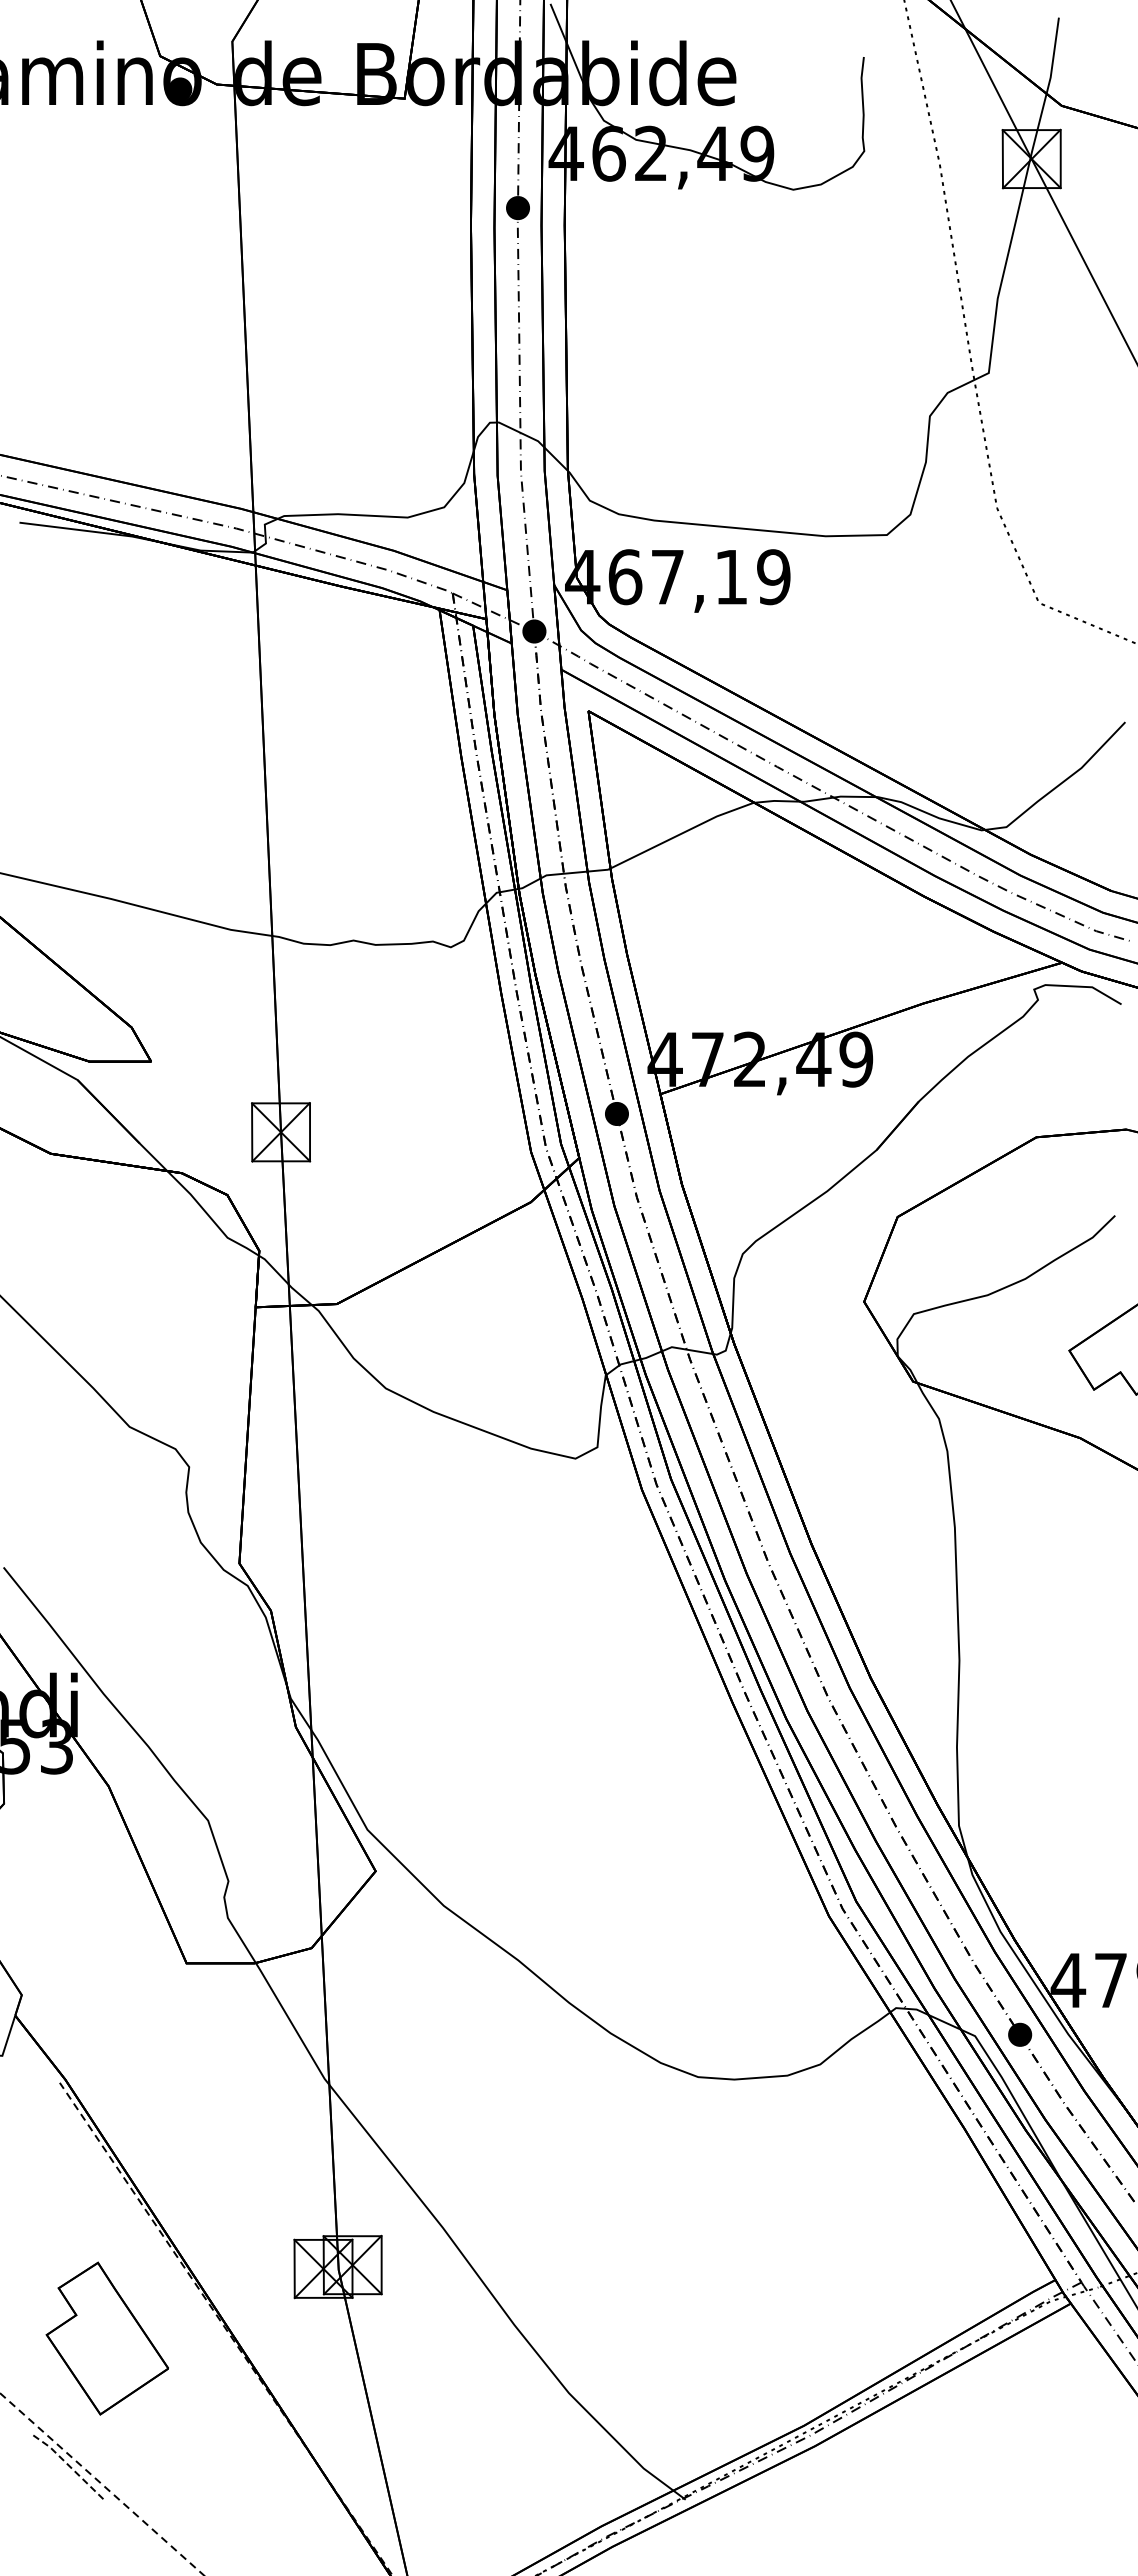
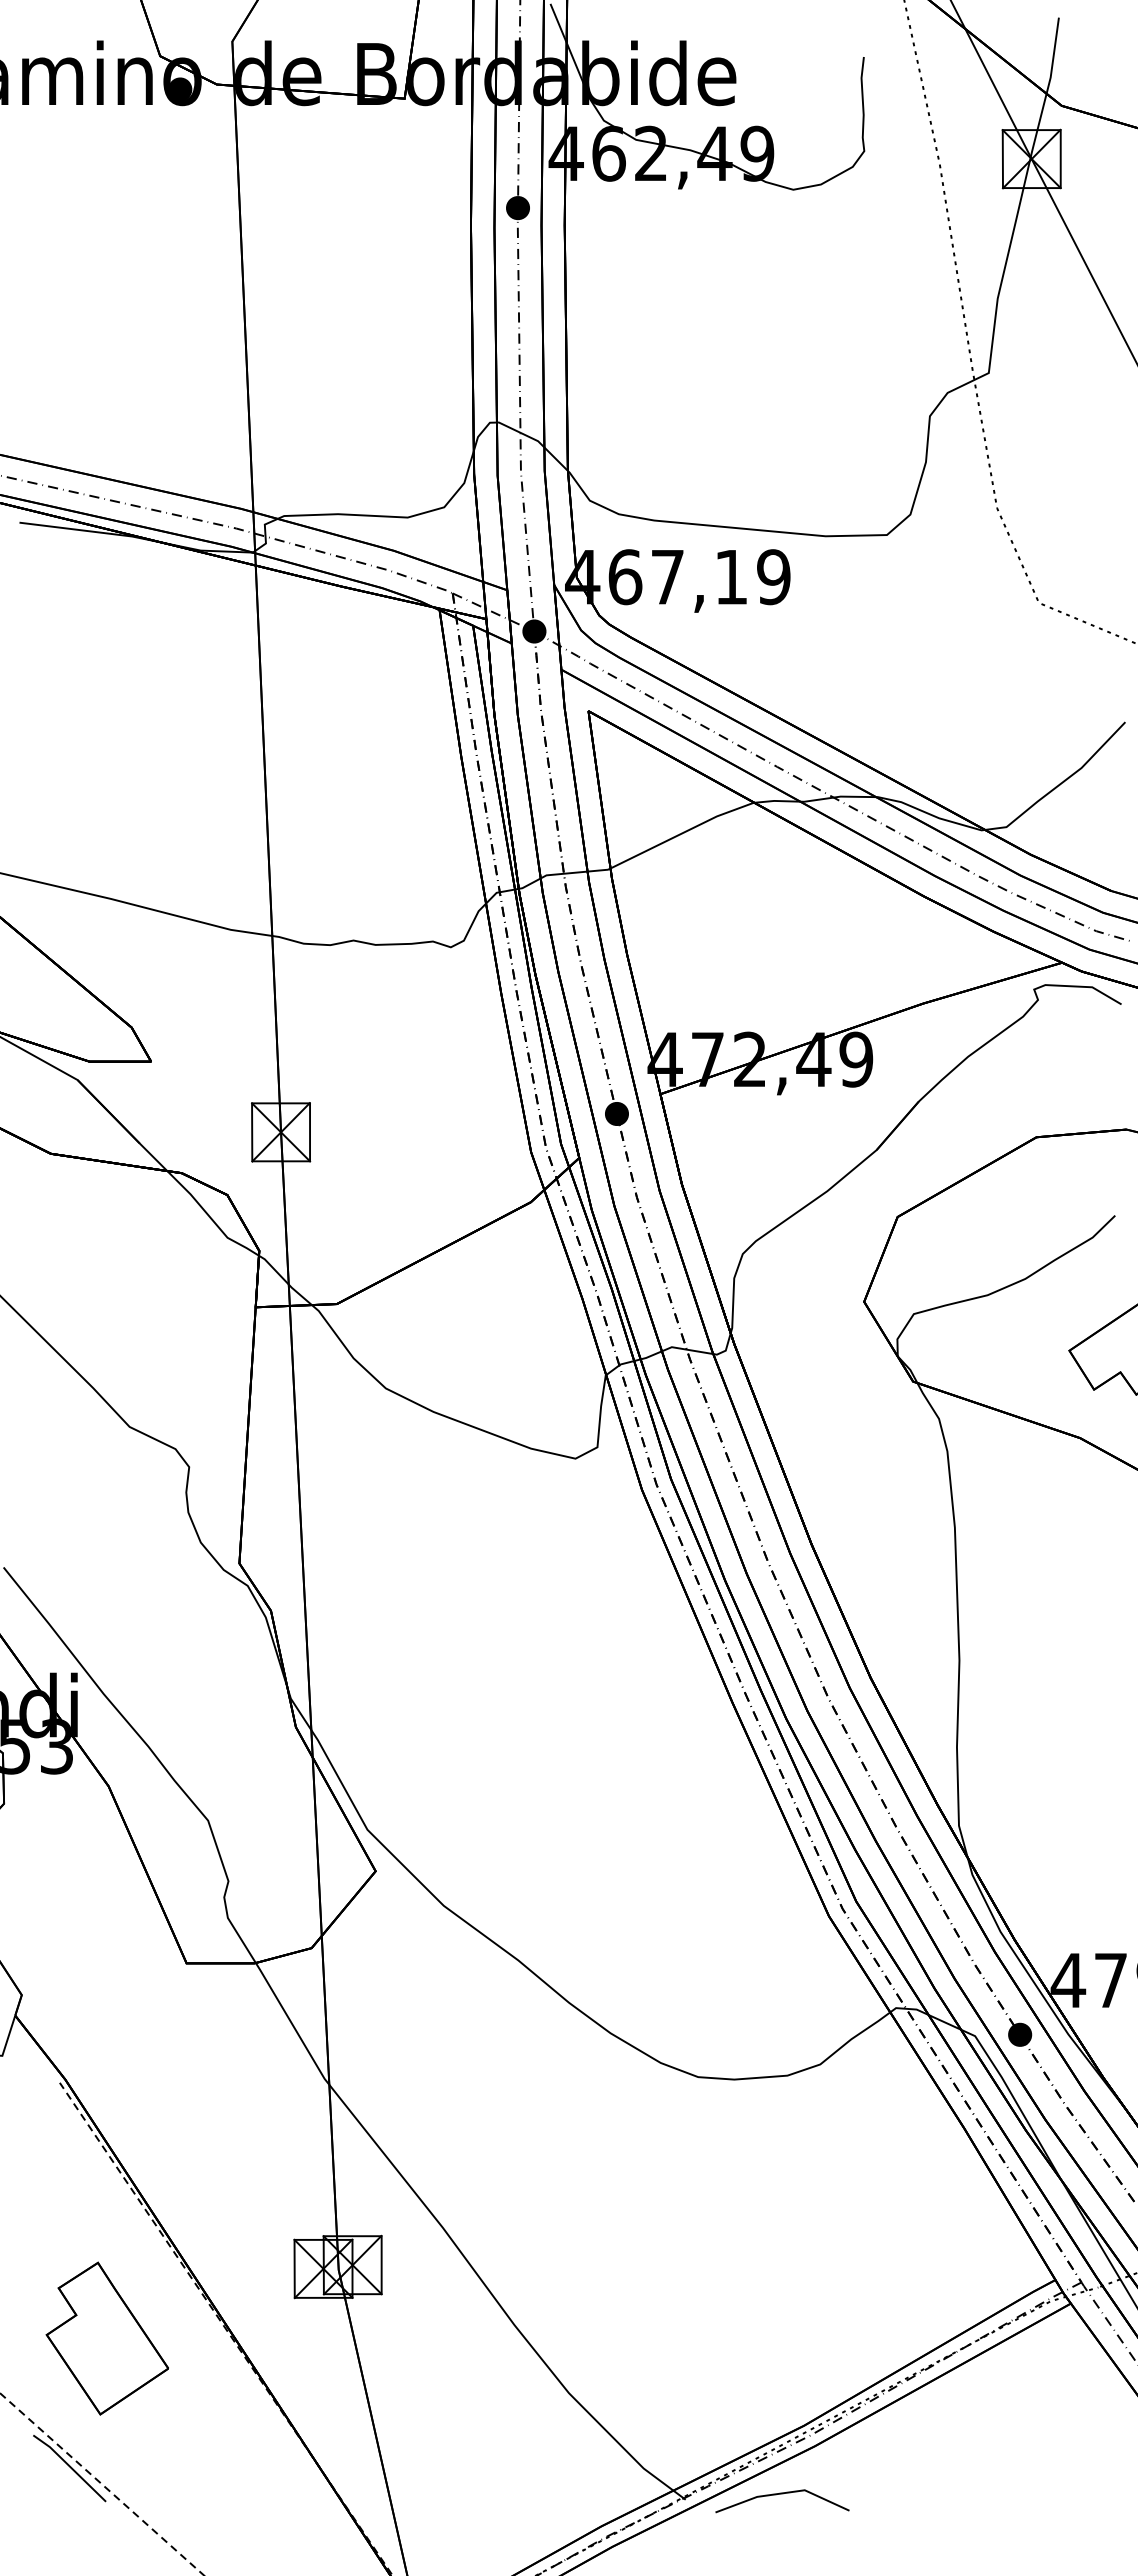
line at (70, 2467): dashed -> solid
line at (782, 2494): none -> present
